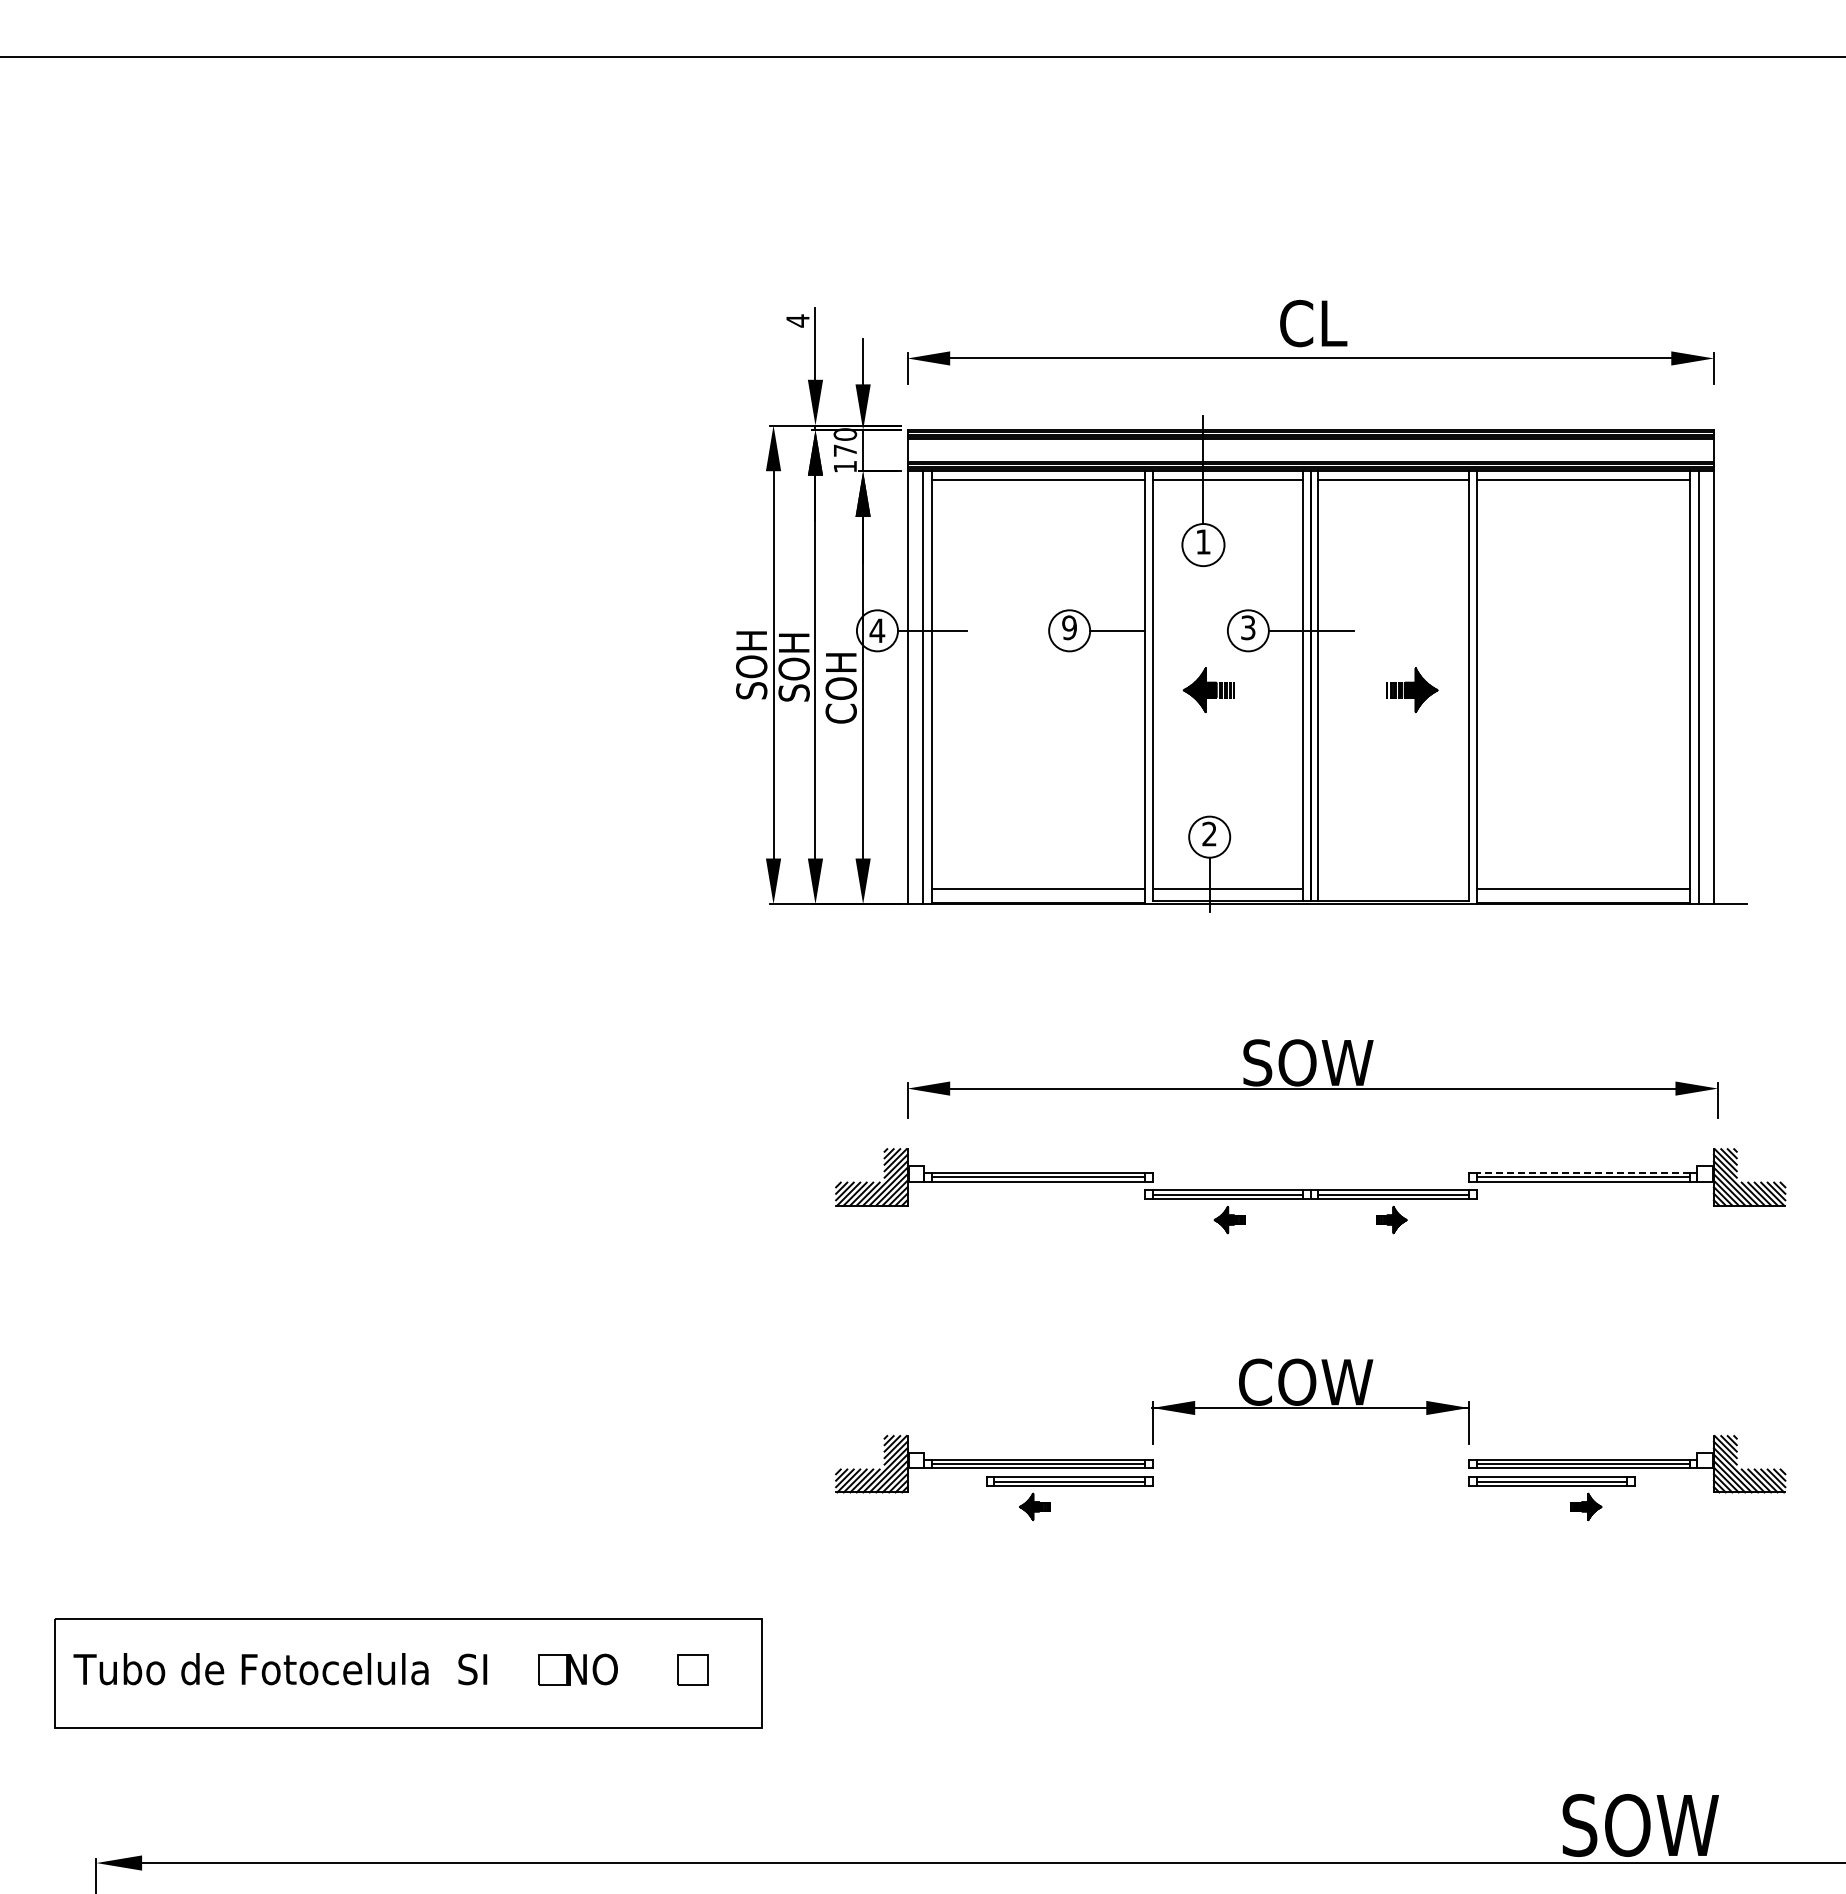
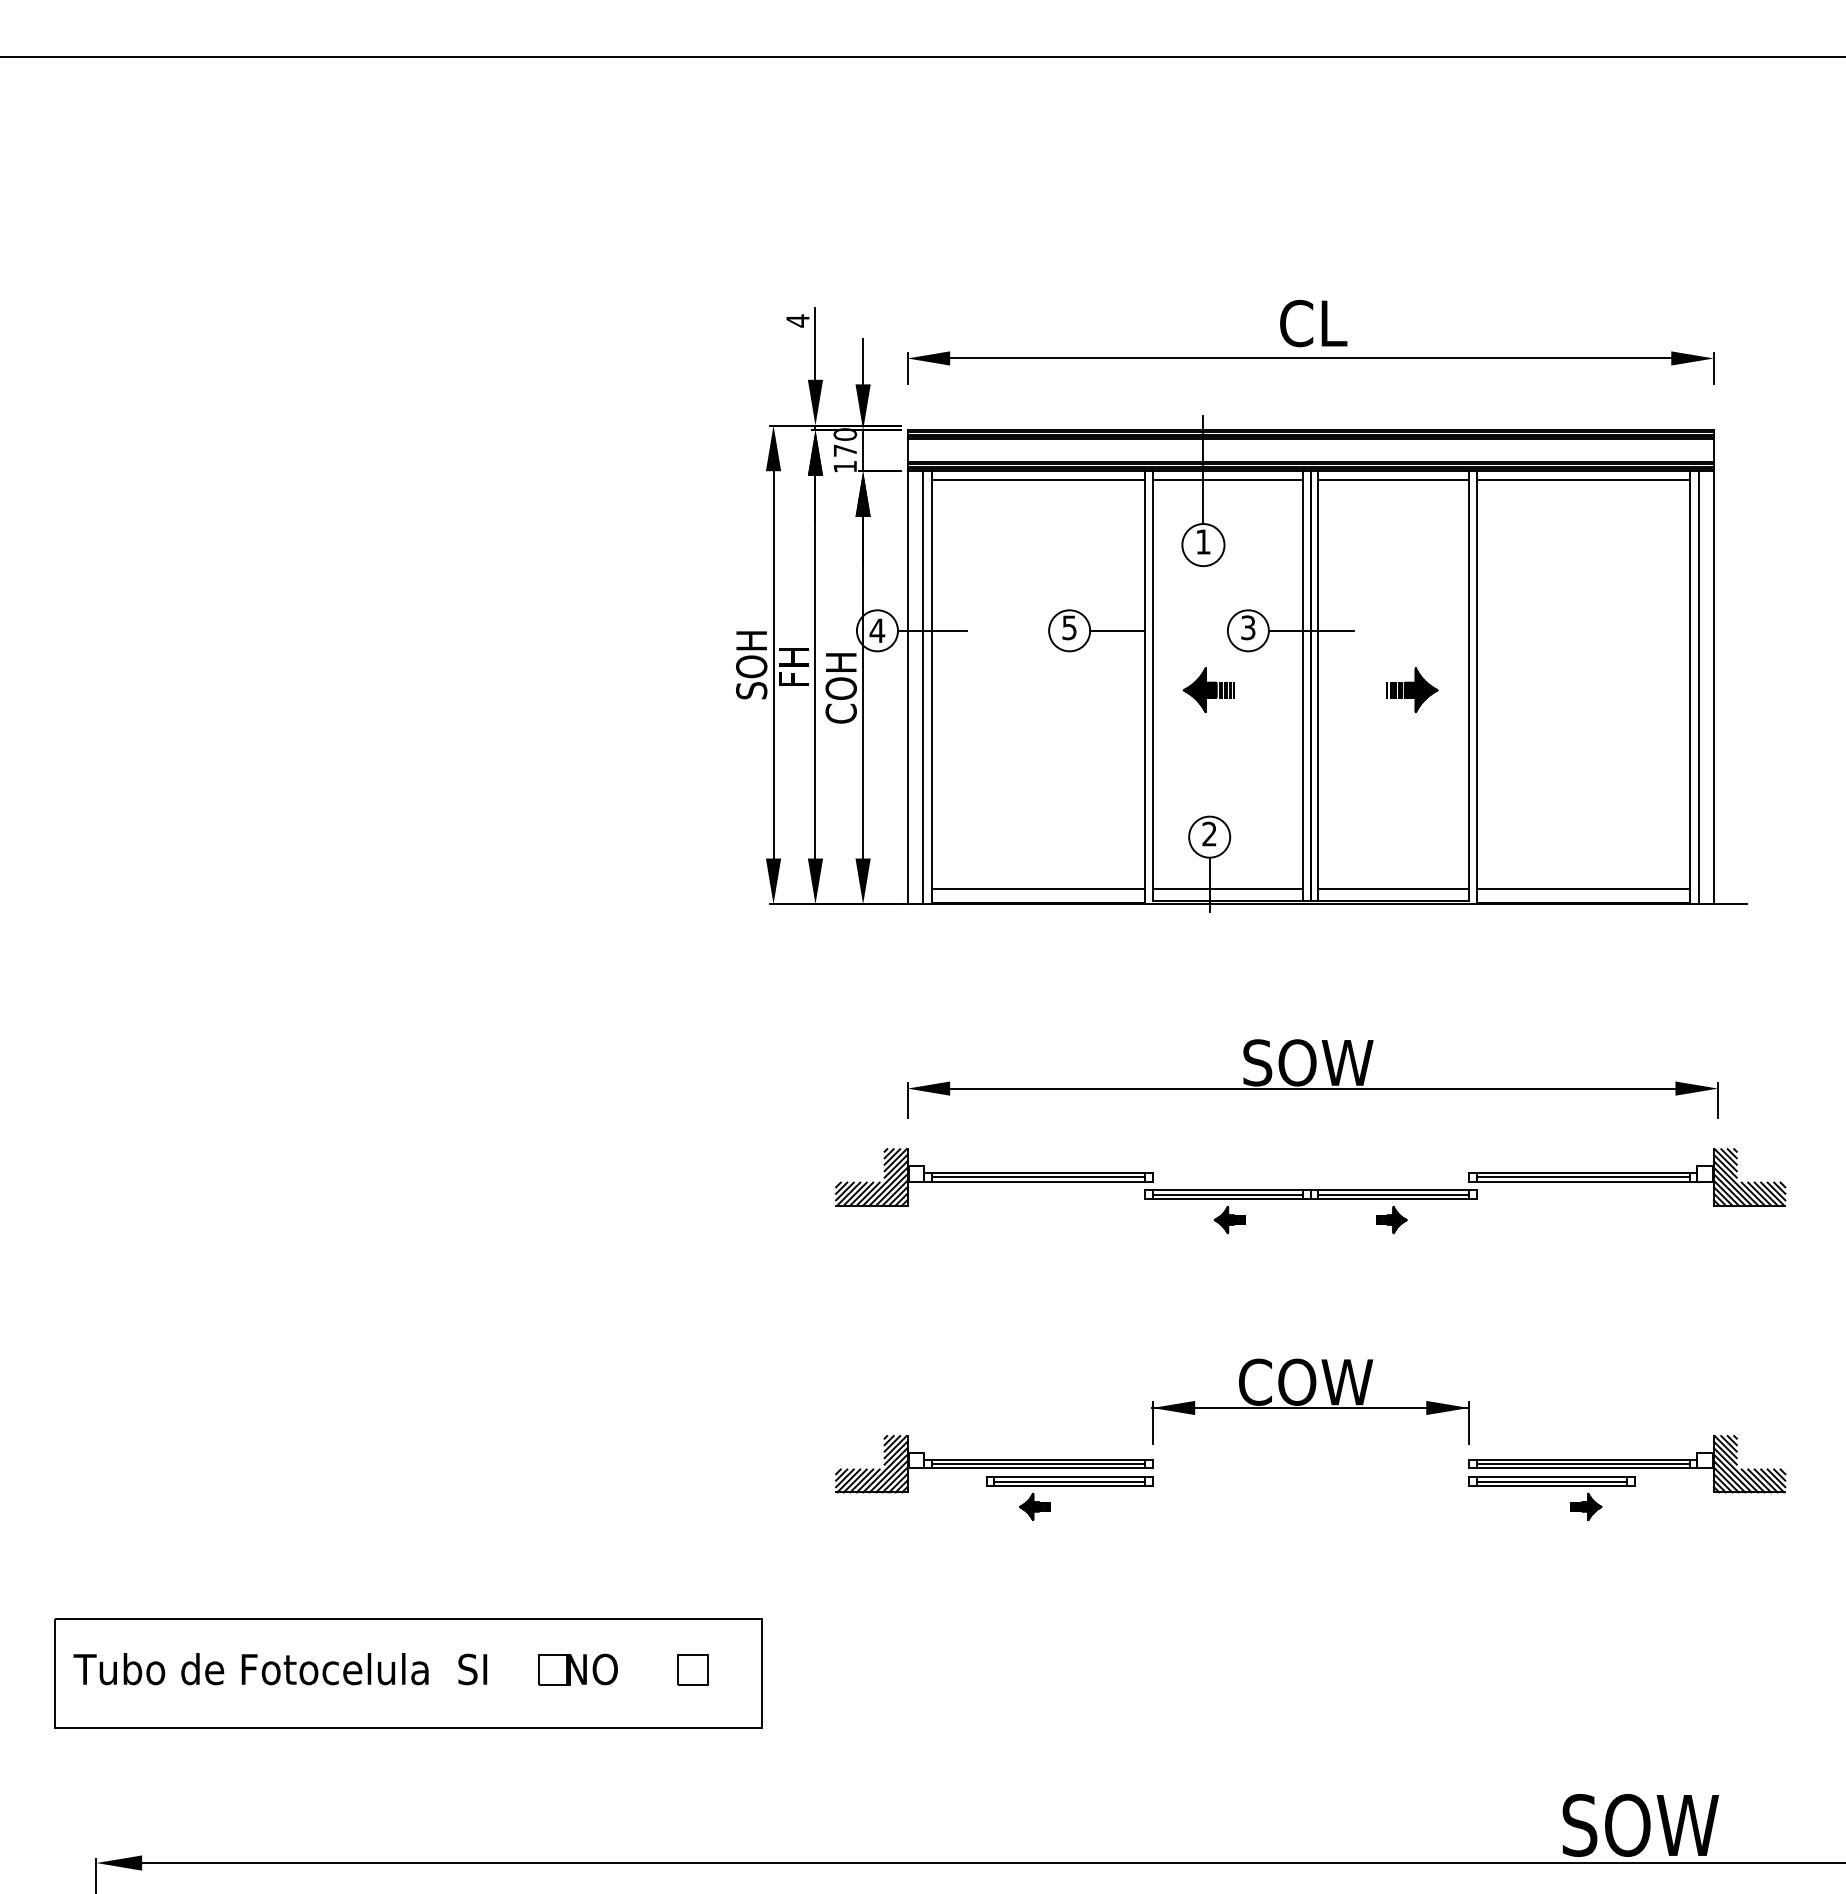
text at (1069, 627): 9 -> 5
text at (793, 667): SOH -> FH
line at (1393, 889): none -> present
line at (1582, 1172): dashed -> solid
